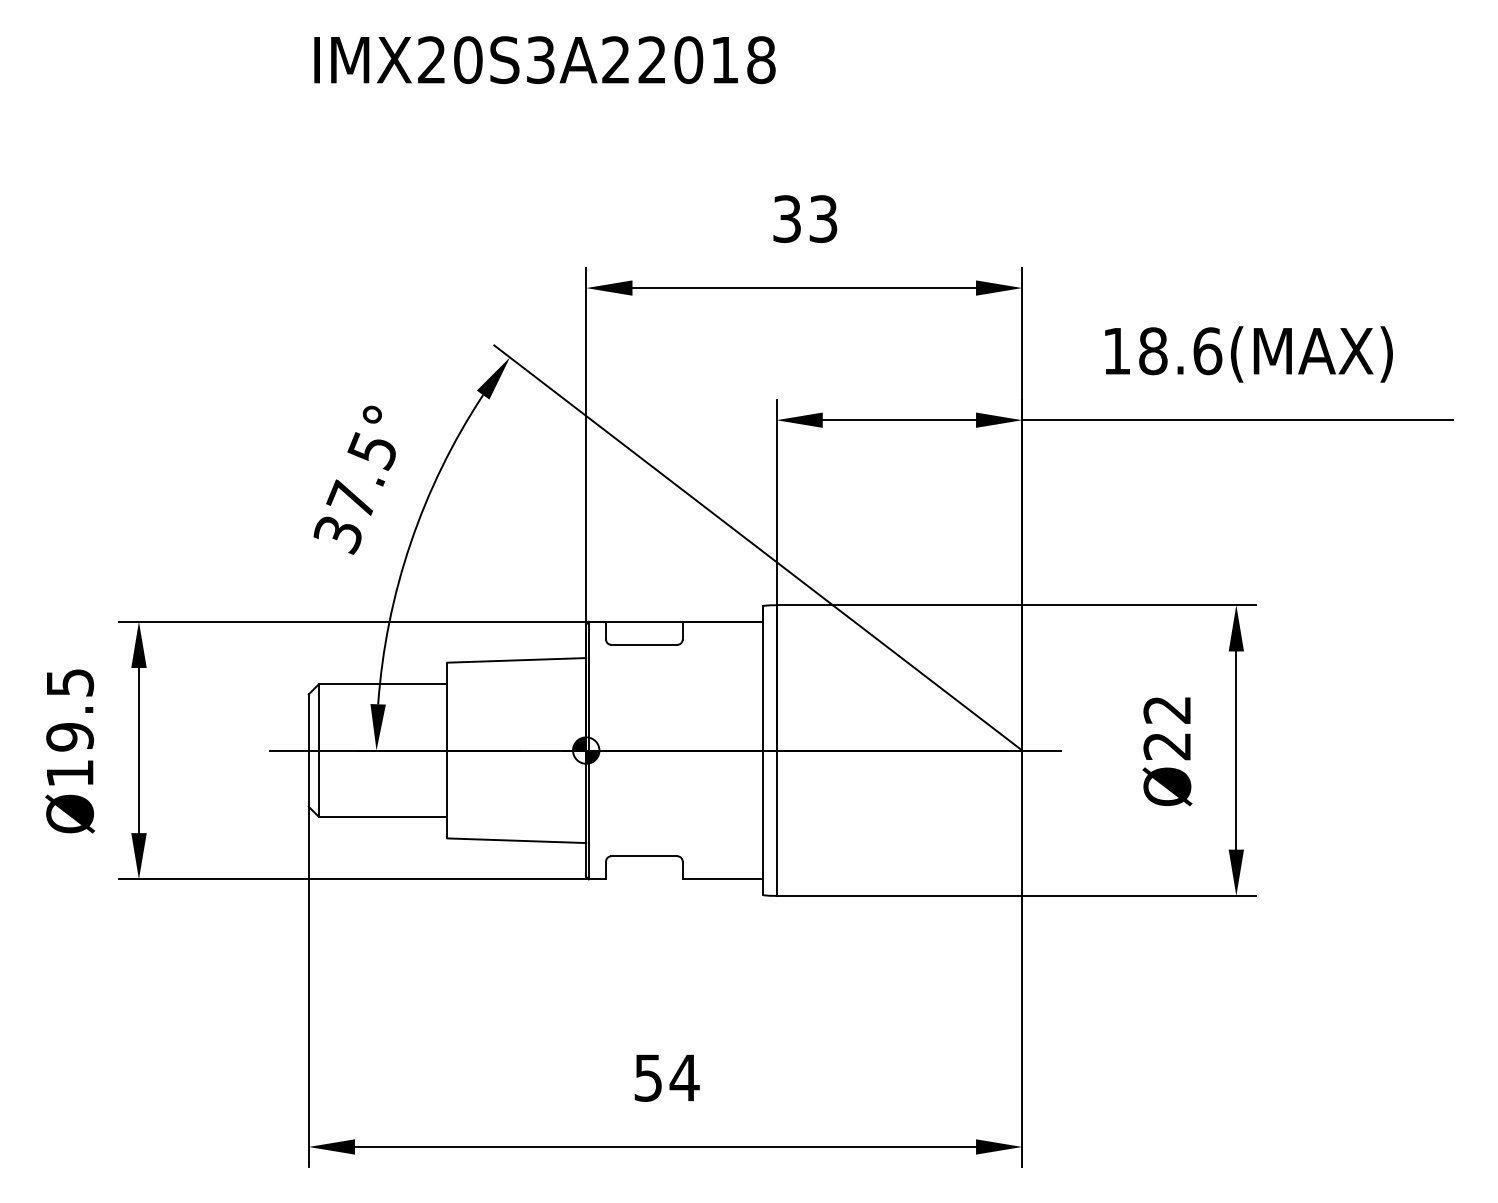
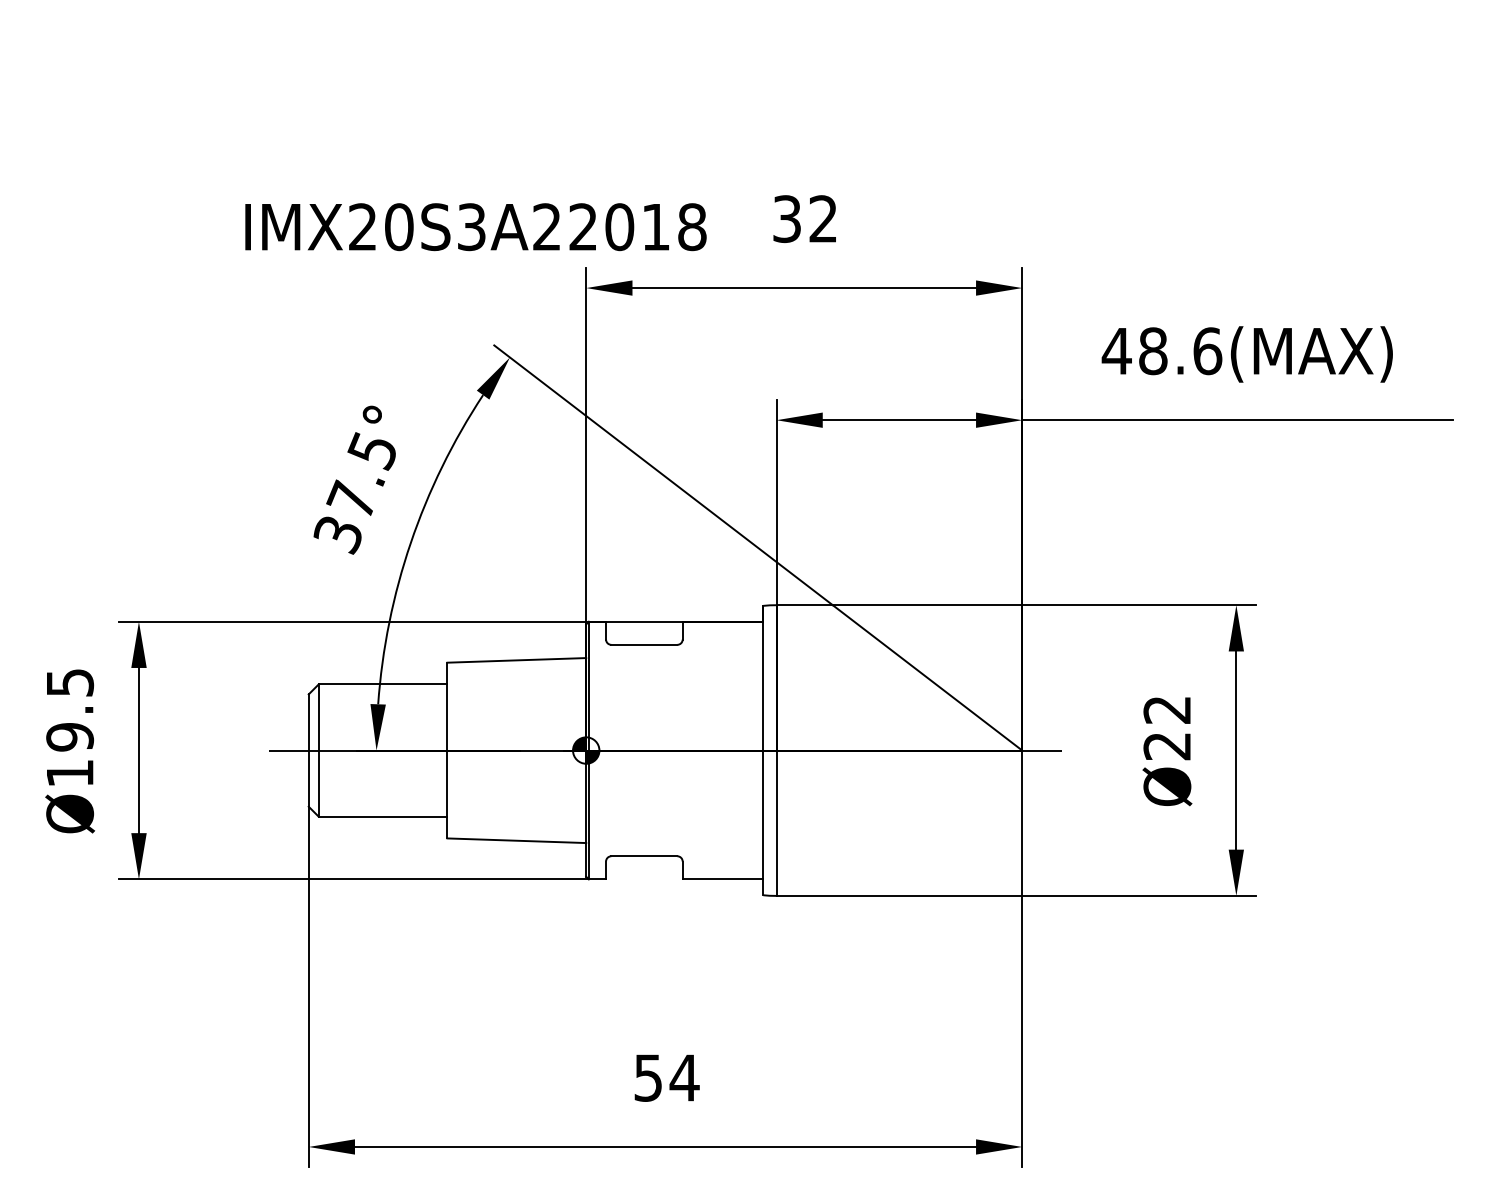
text at (544, 60) position: (544, 60) -> (475, 227)
text at (823, 219): 33 -> 32
text at (1116, 351): 18.6(MAX) -> 48.6(MAX)
